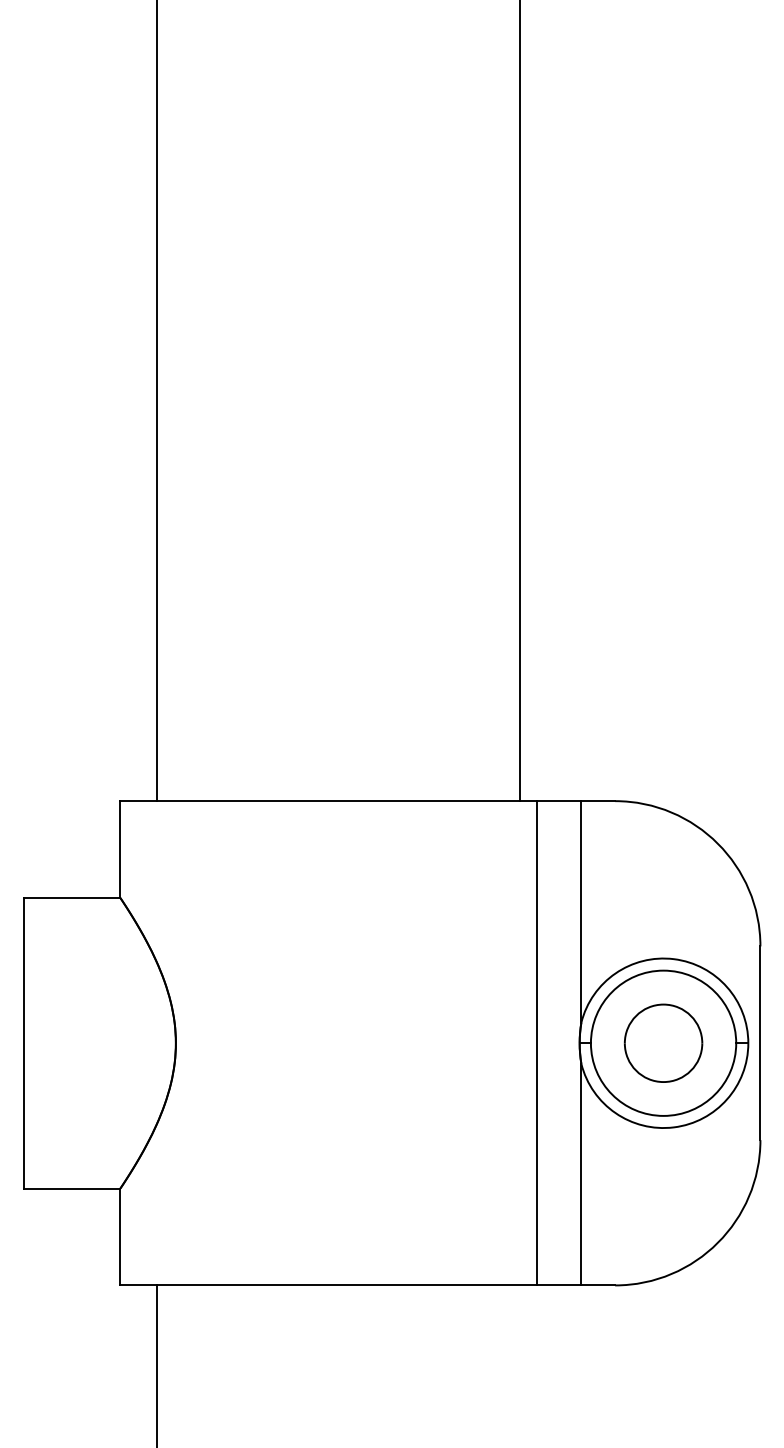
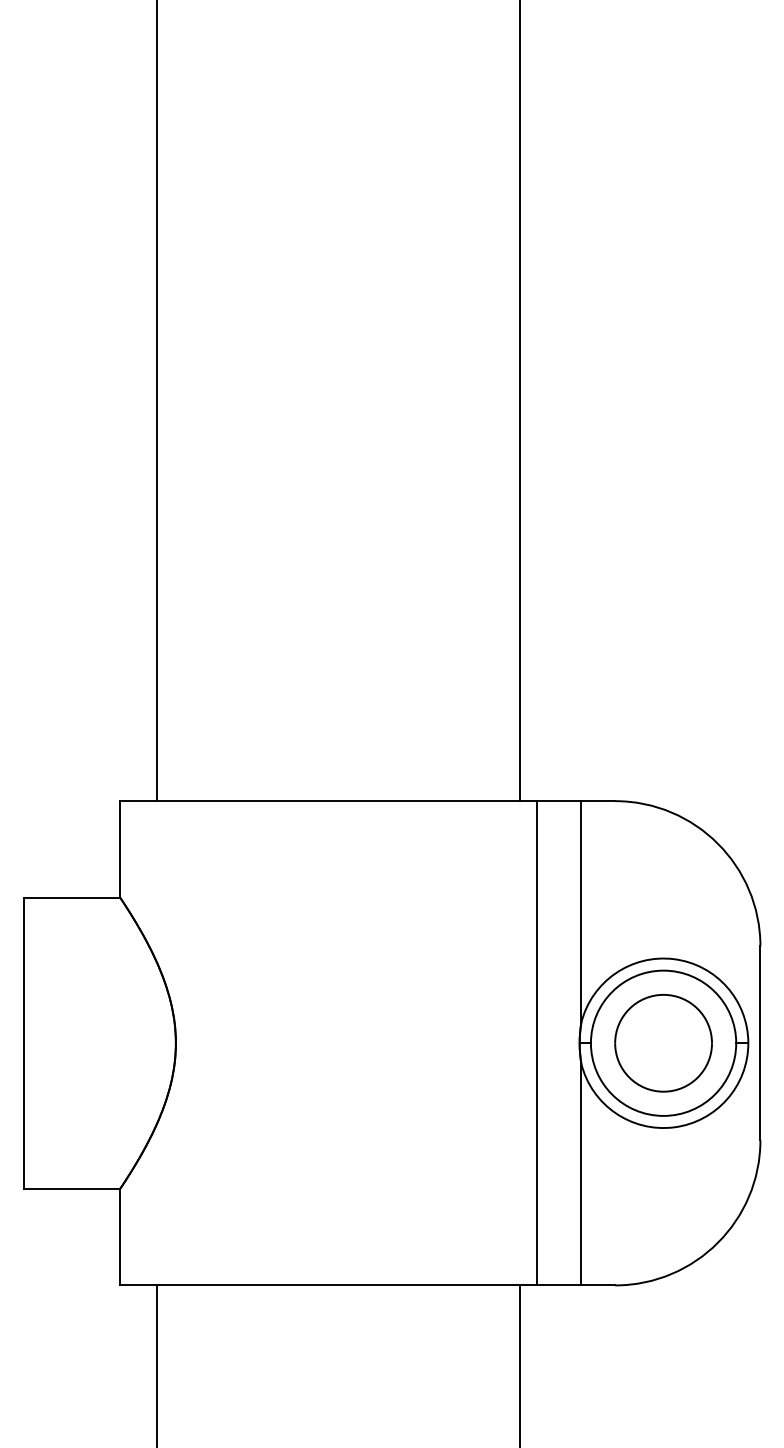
part at (663, 1042) size: 80x80 px -> 99x99 px
line at (519, 1364): none -> present
